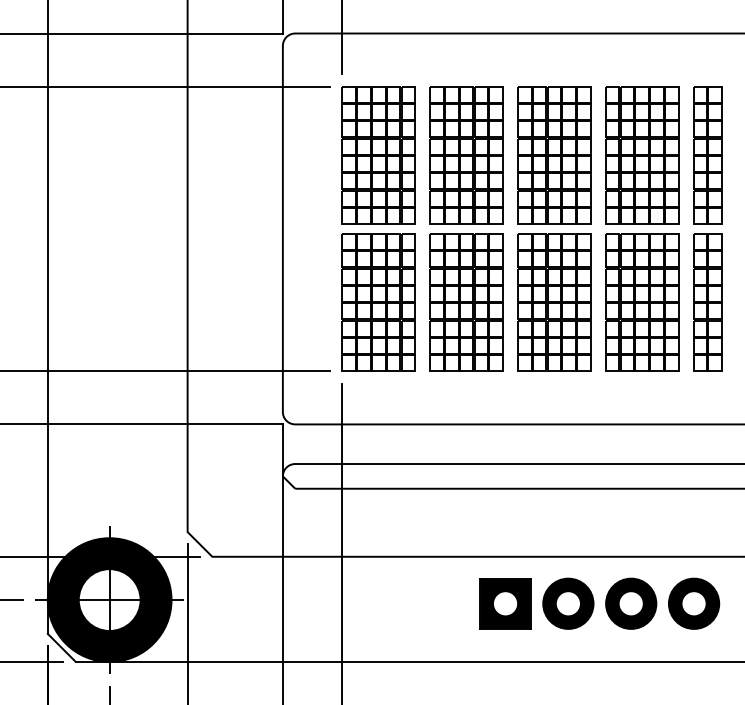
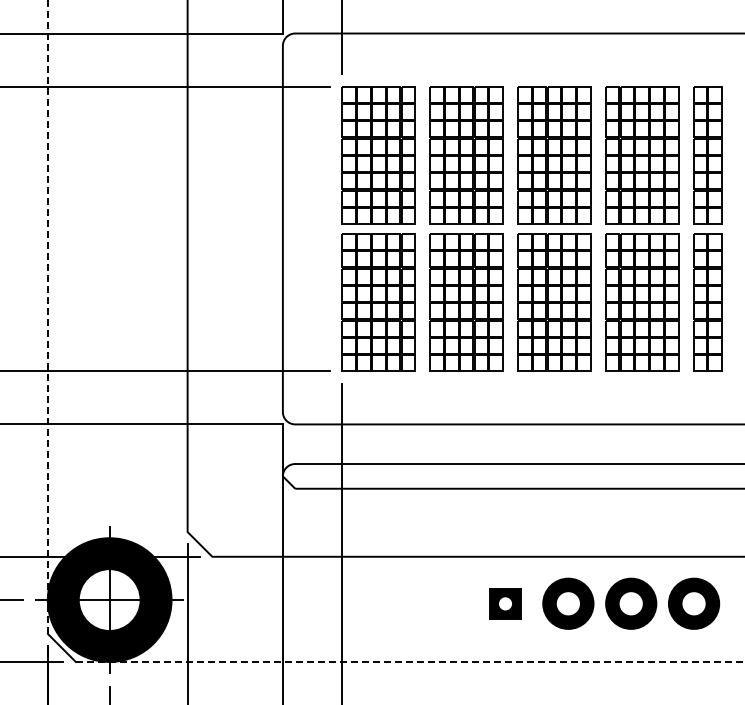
line at (47, 316): solid -> dashed
part at (505, 603) size: 53x52 px -> 33x32 px
line at (410, 661): solid -> dashed
